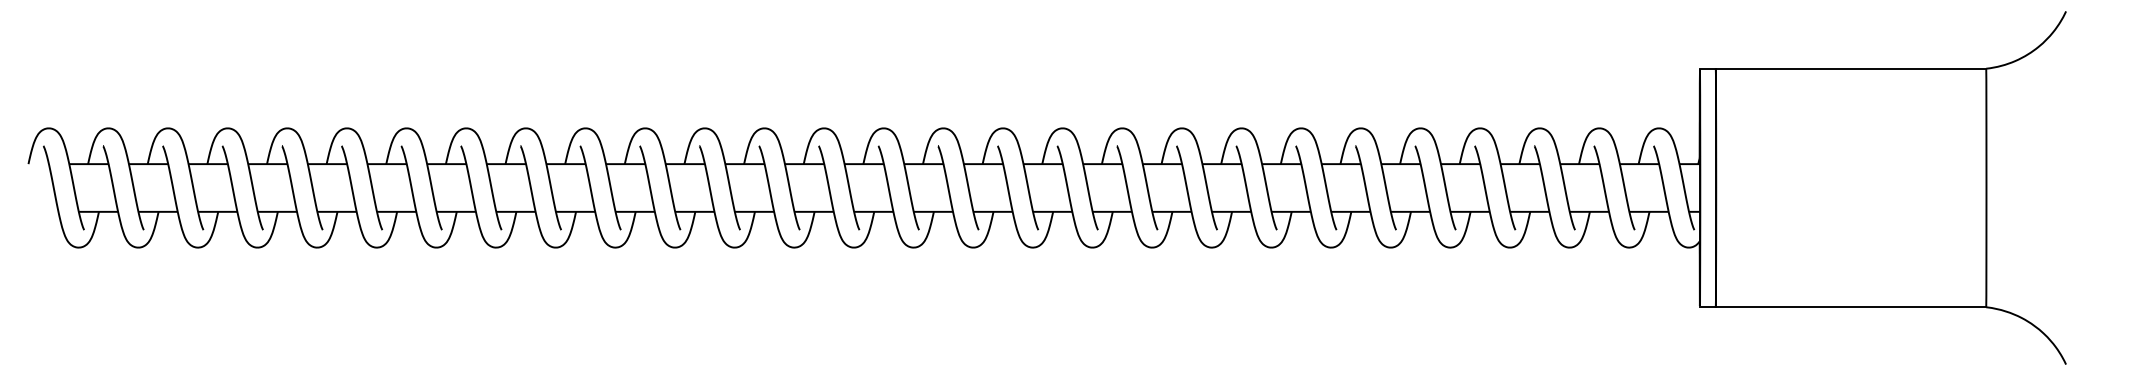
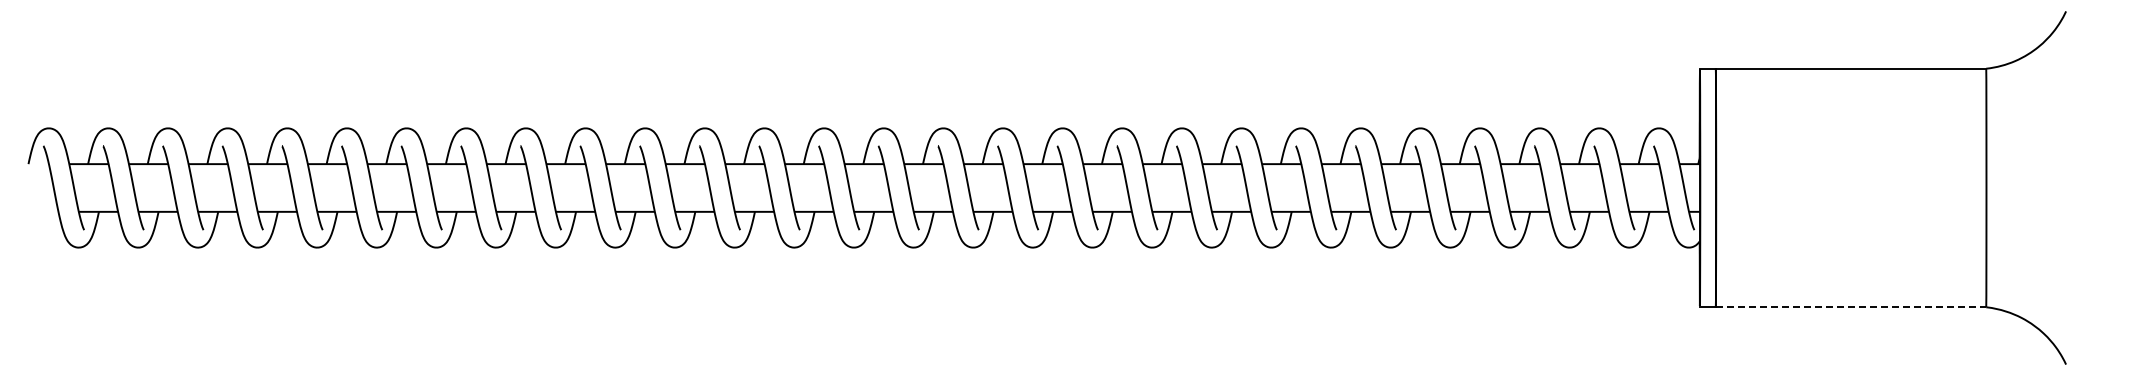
line at (1851, 307): solid -> dashed
